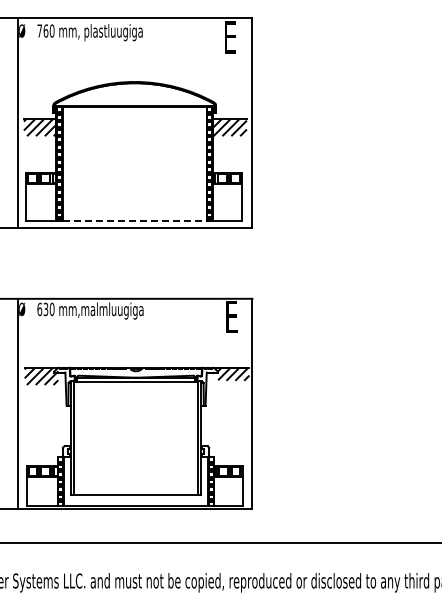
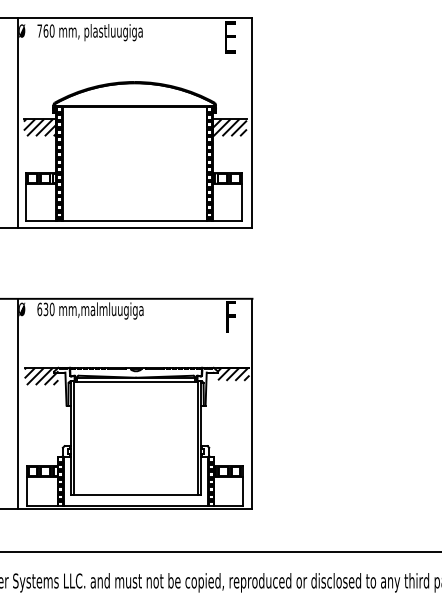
line at (135, 220): dashed -> solid
text at (233, 316): E -> F
line at (220, 543) position: (220, 543) -> (220, 552)
